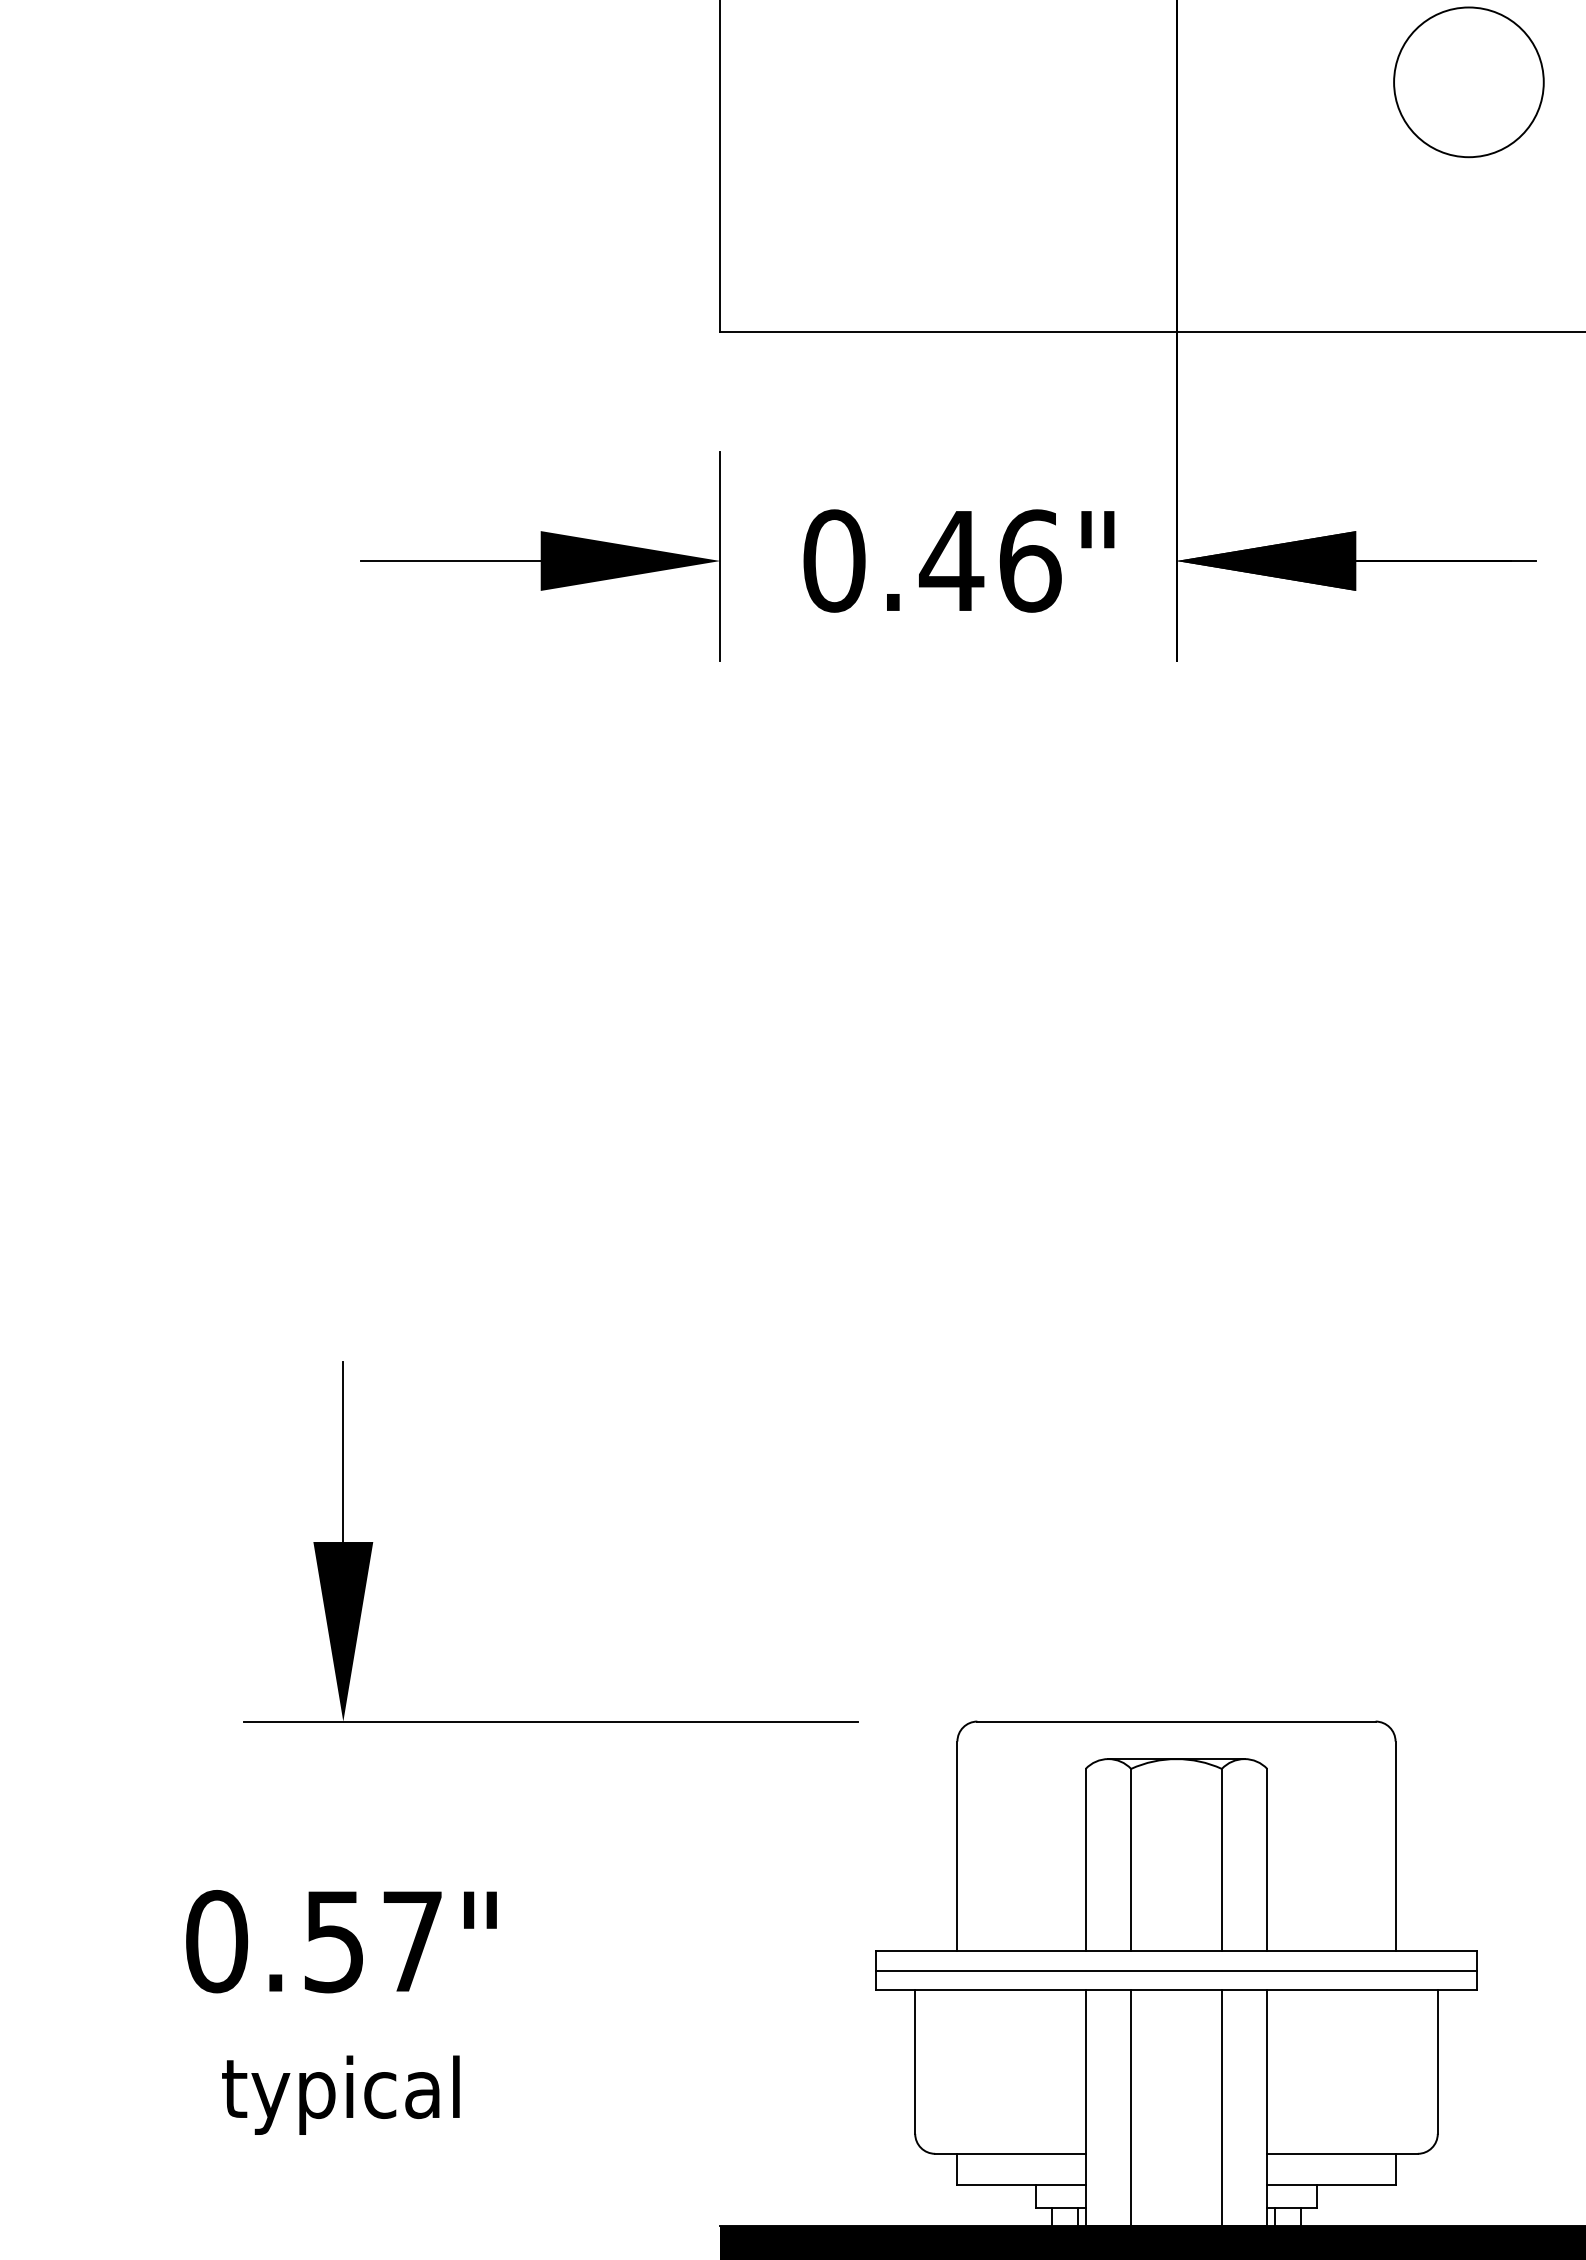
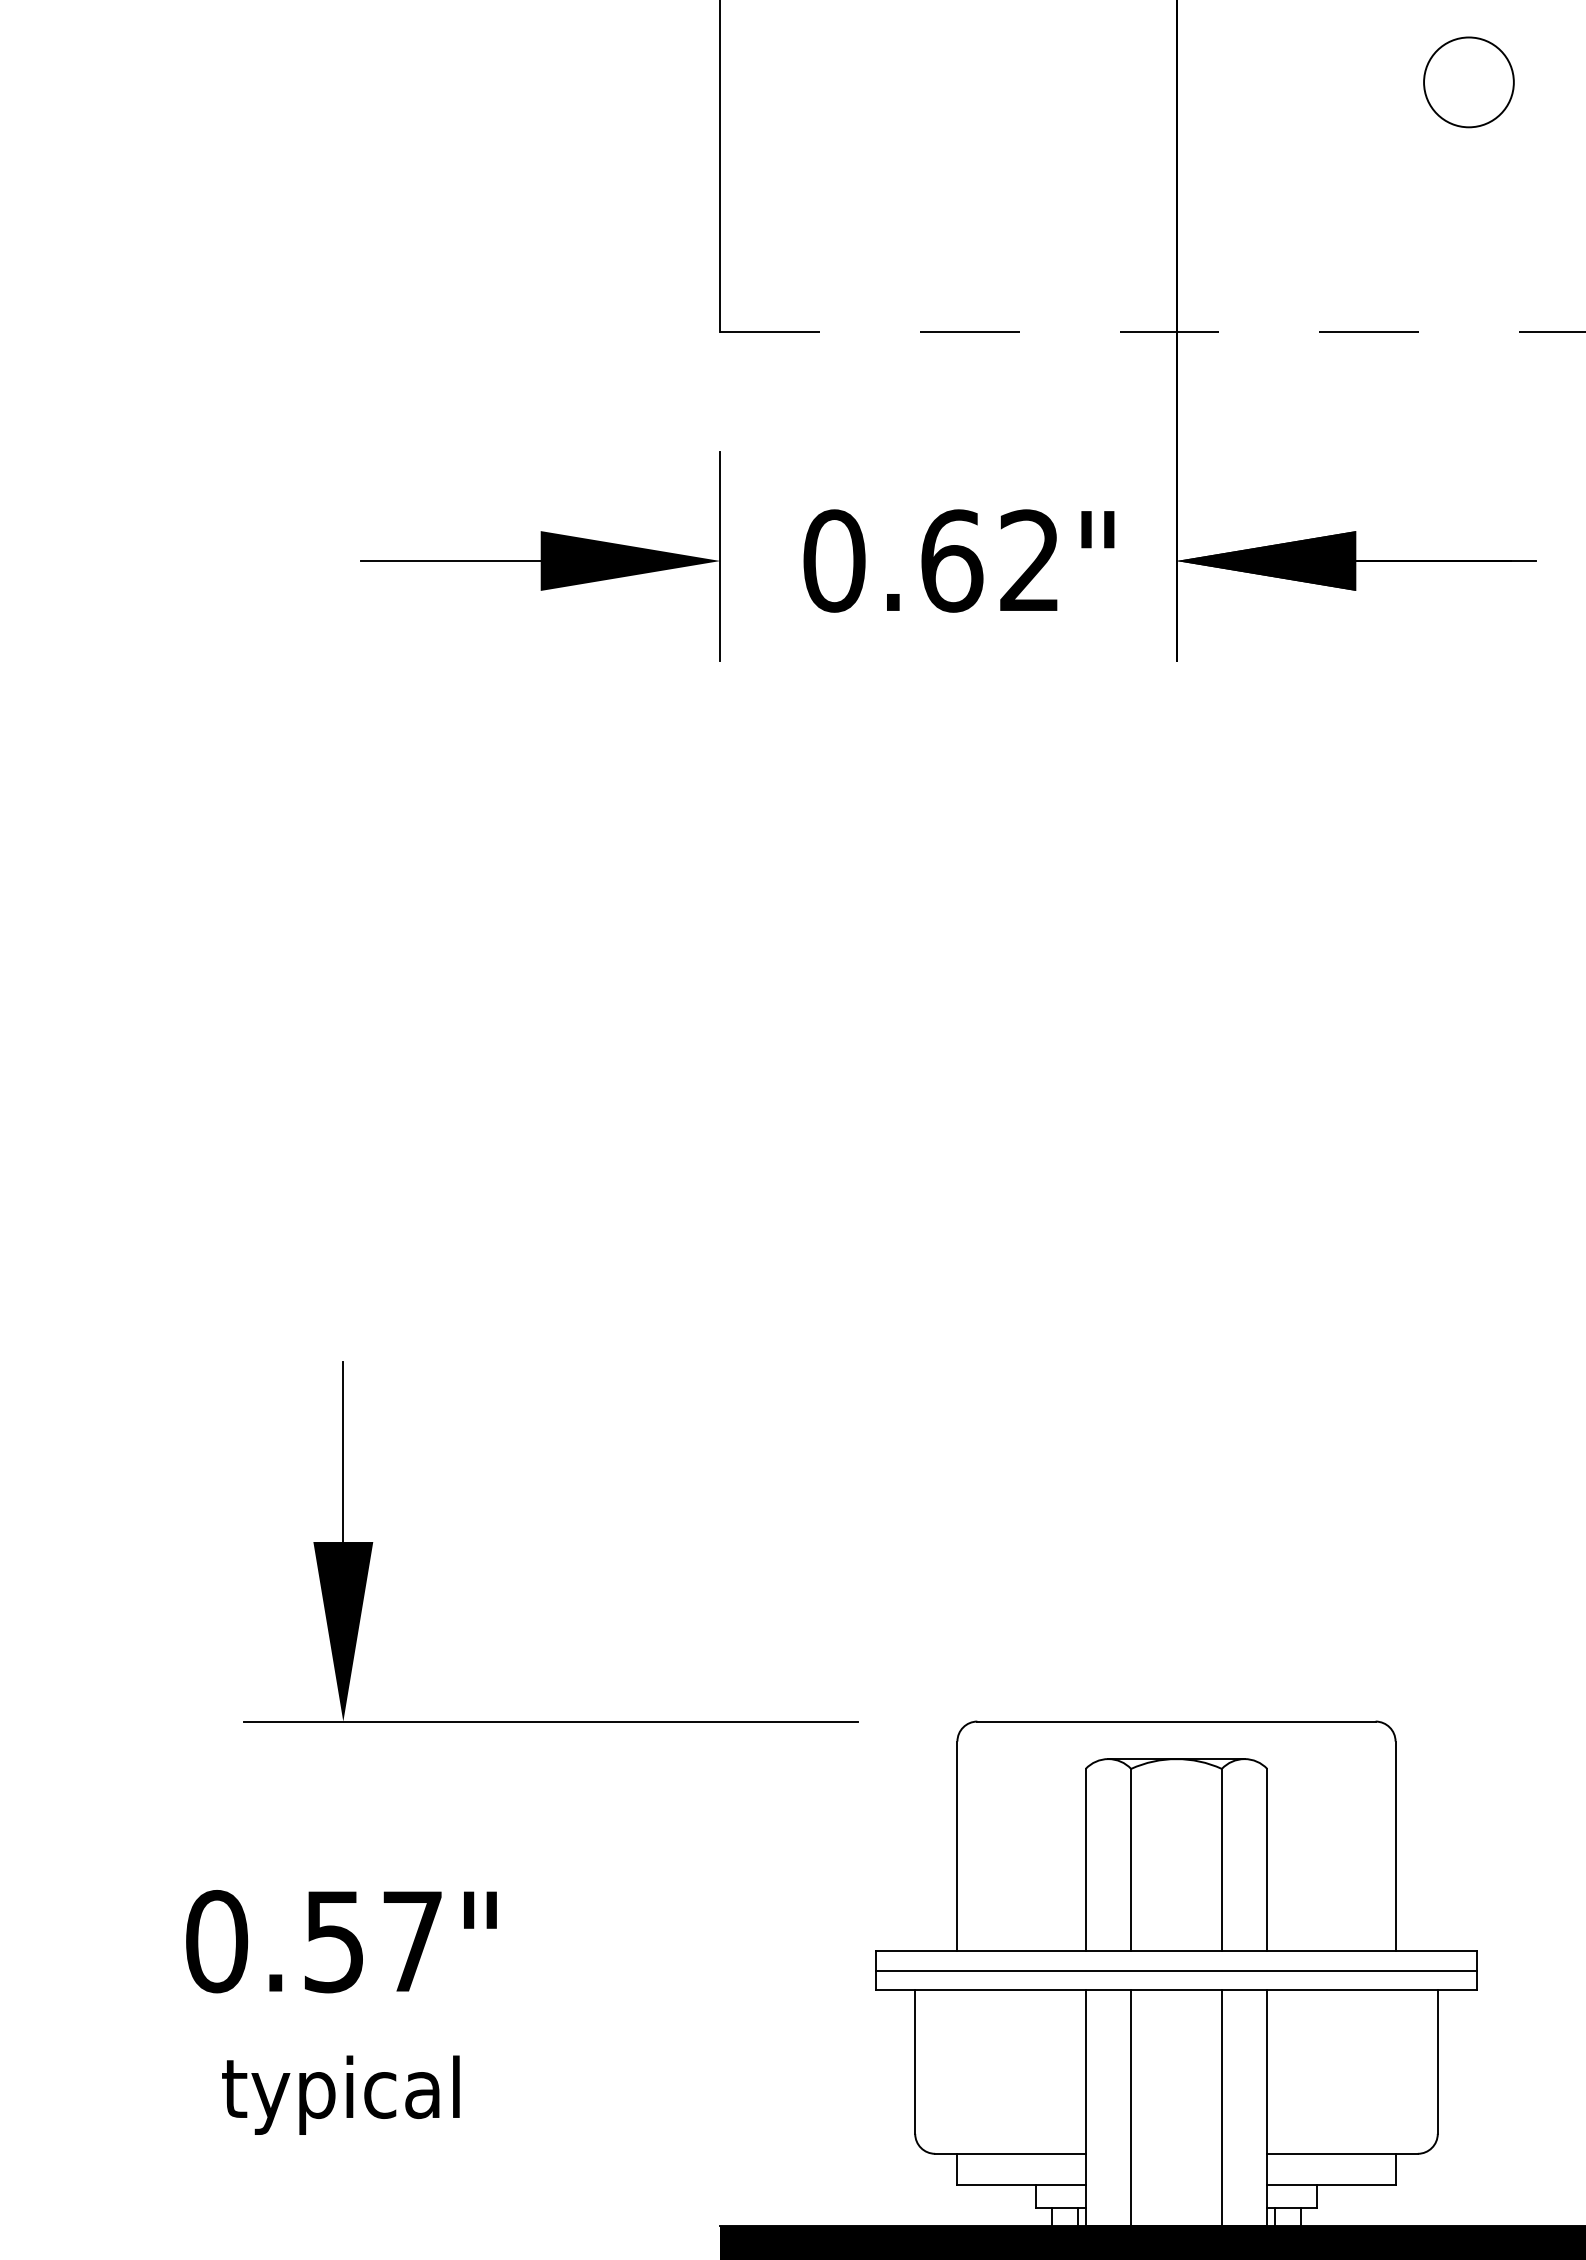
circle at (1468, 82) size: 152x153 px -> 92x93 px
line at (1153, 331): solid -> dashed
text at (990, 560): 0.46" -> 0.62"
